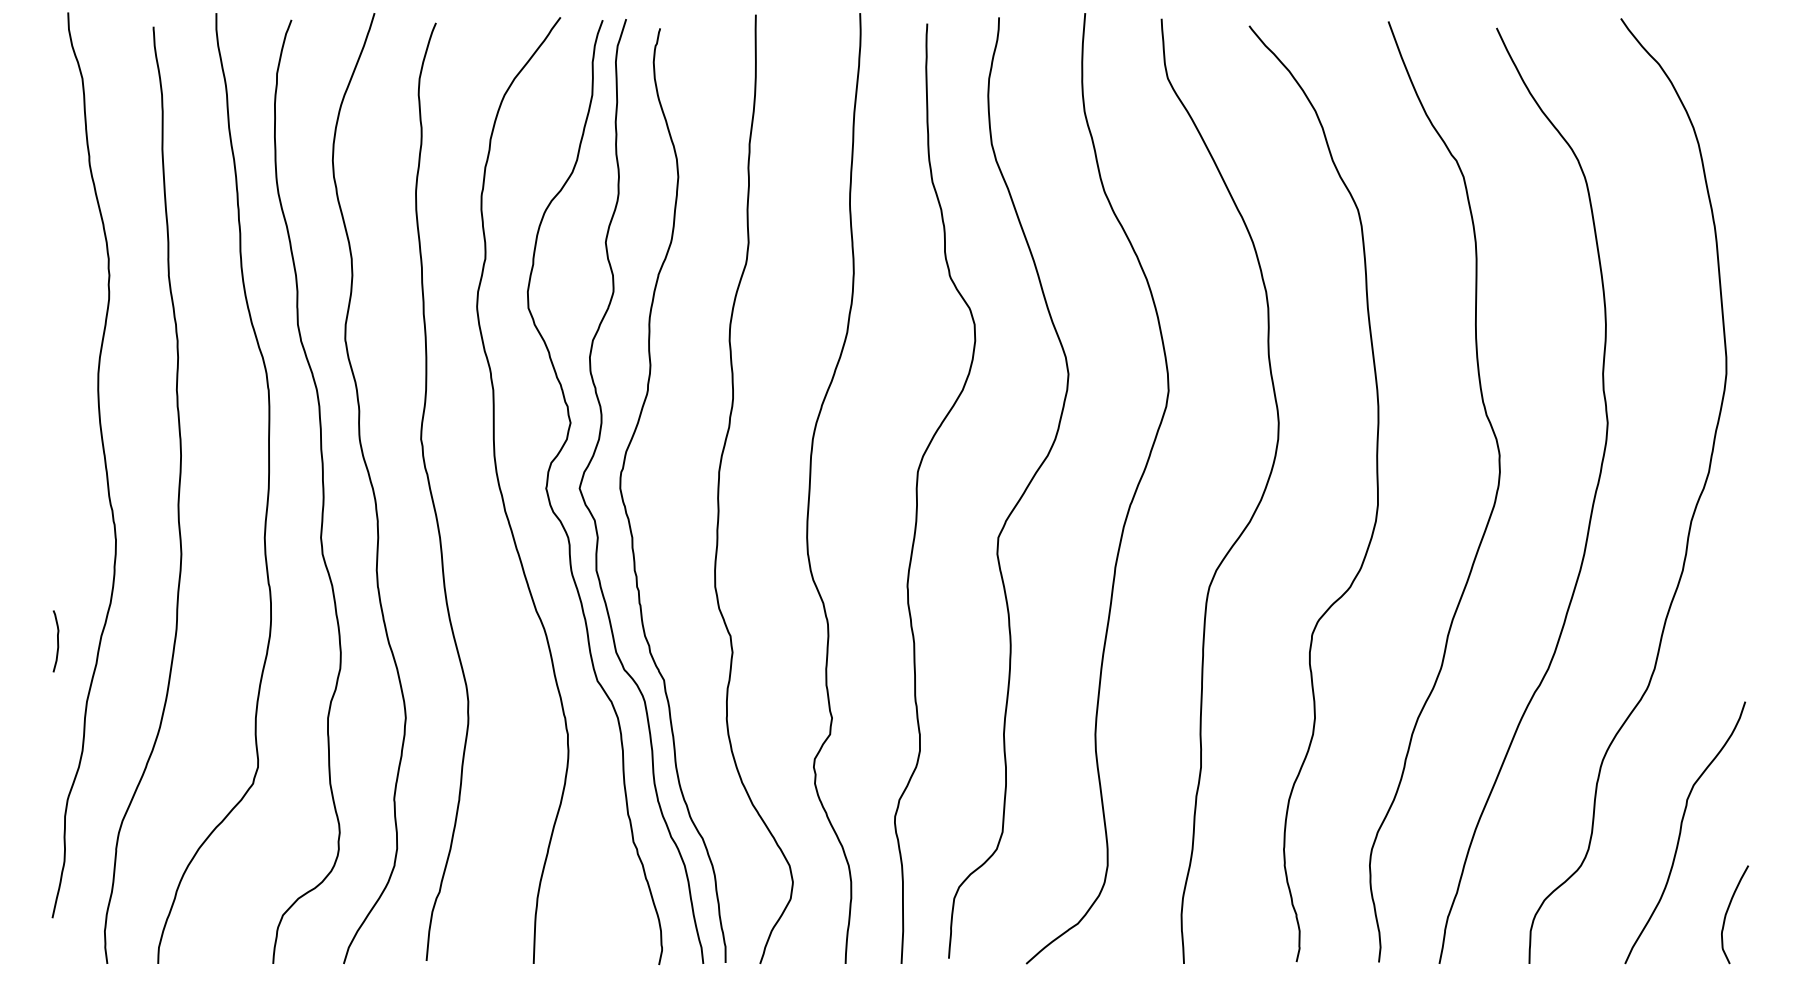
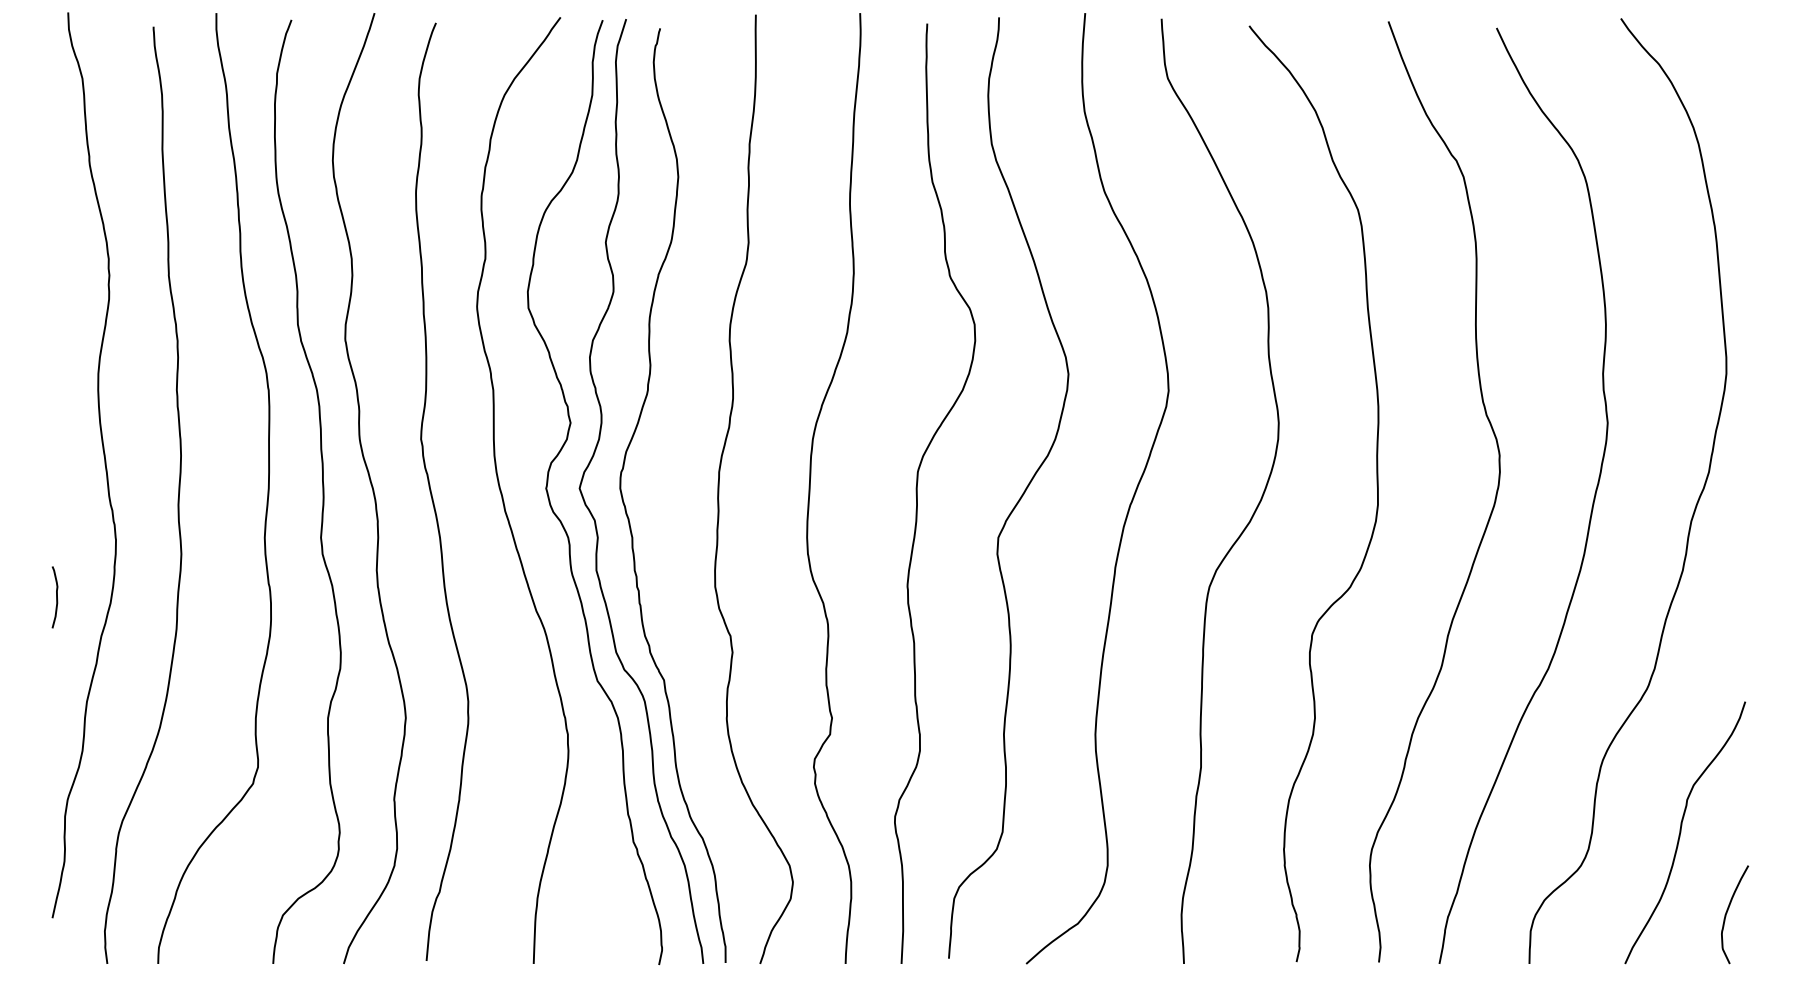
curve at (57, 641) position: (57, 641) -> (56, 597)
